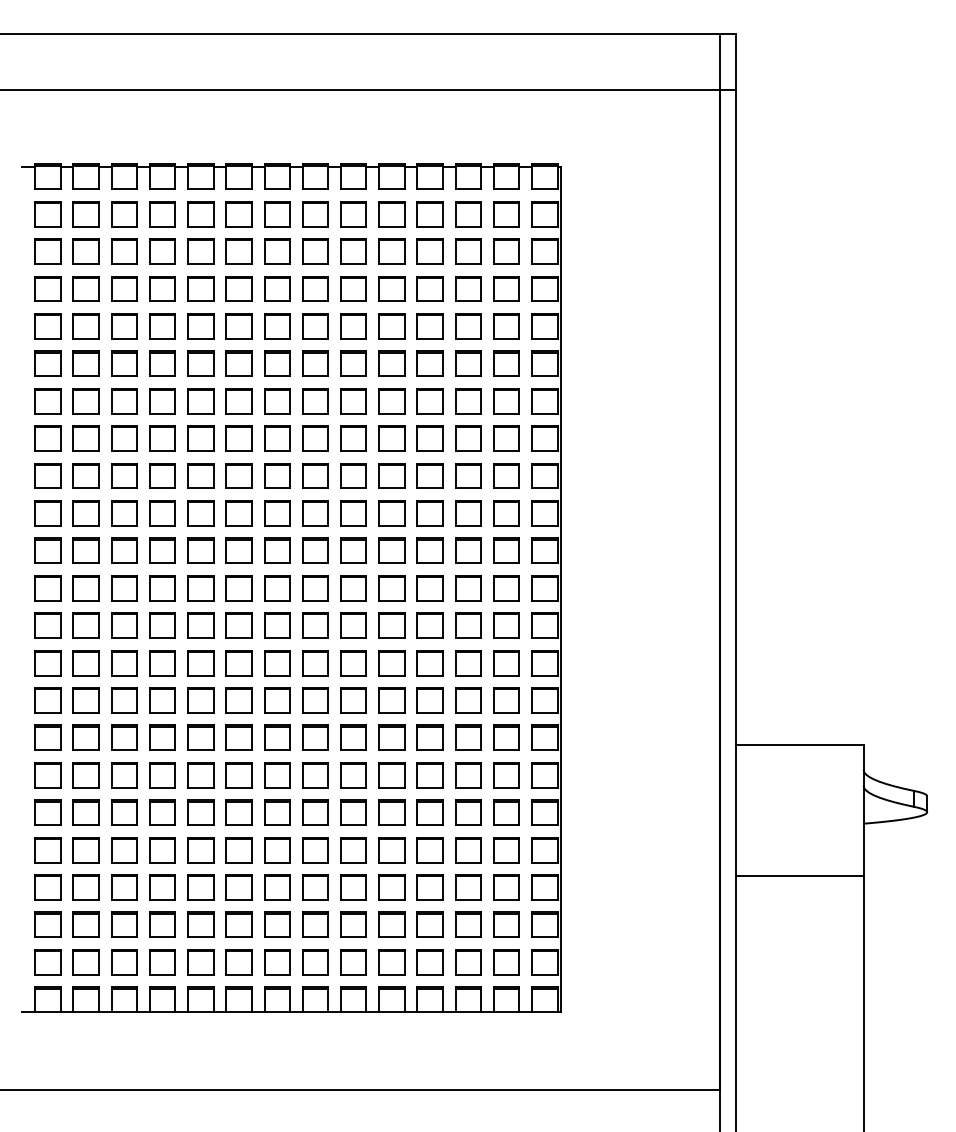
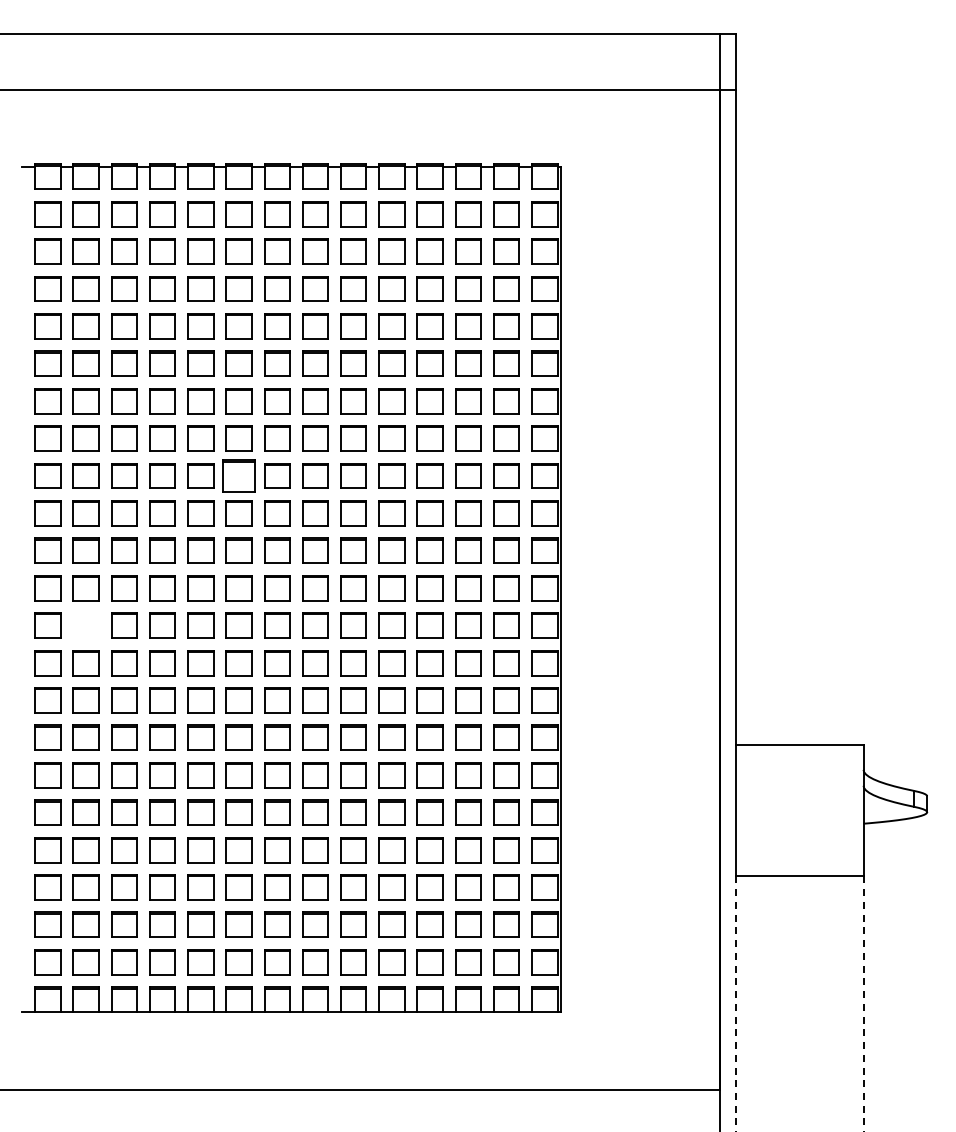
part at (238, 475) size: 28x26 px -> 34x34 px
part at (85, 625): present -> none
line at (736, 1004): solid -> dashed
line at (863, 1004): solid -> dashed
